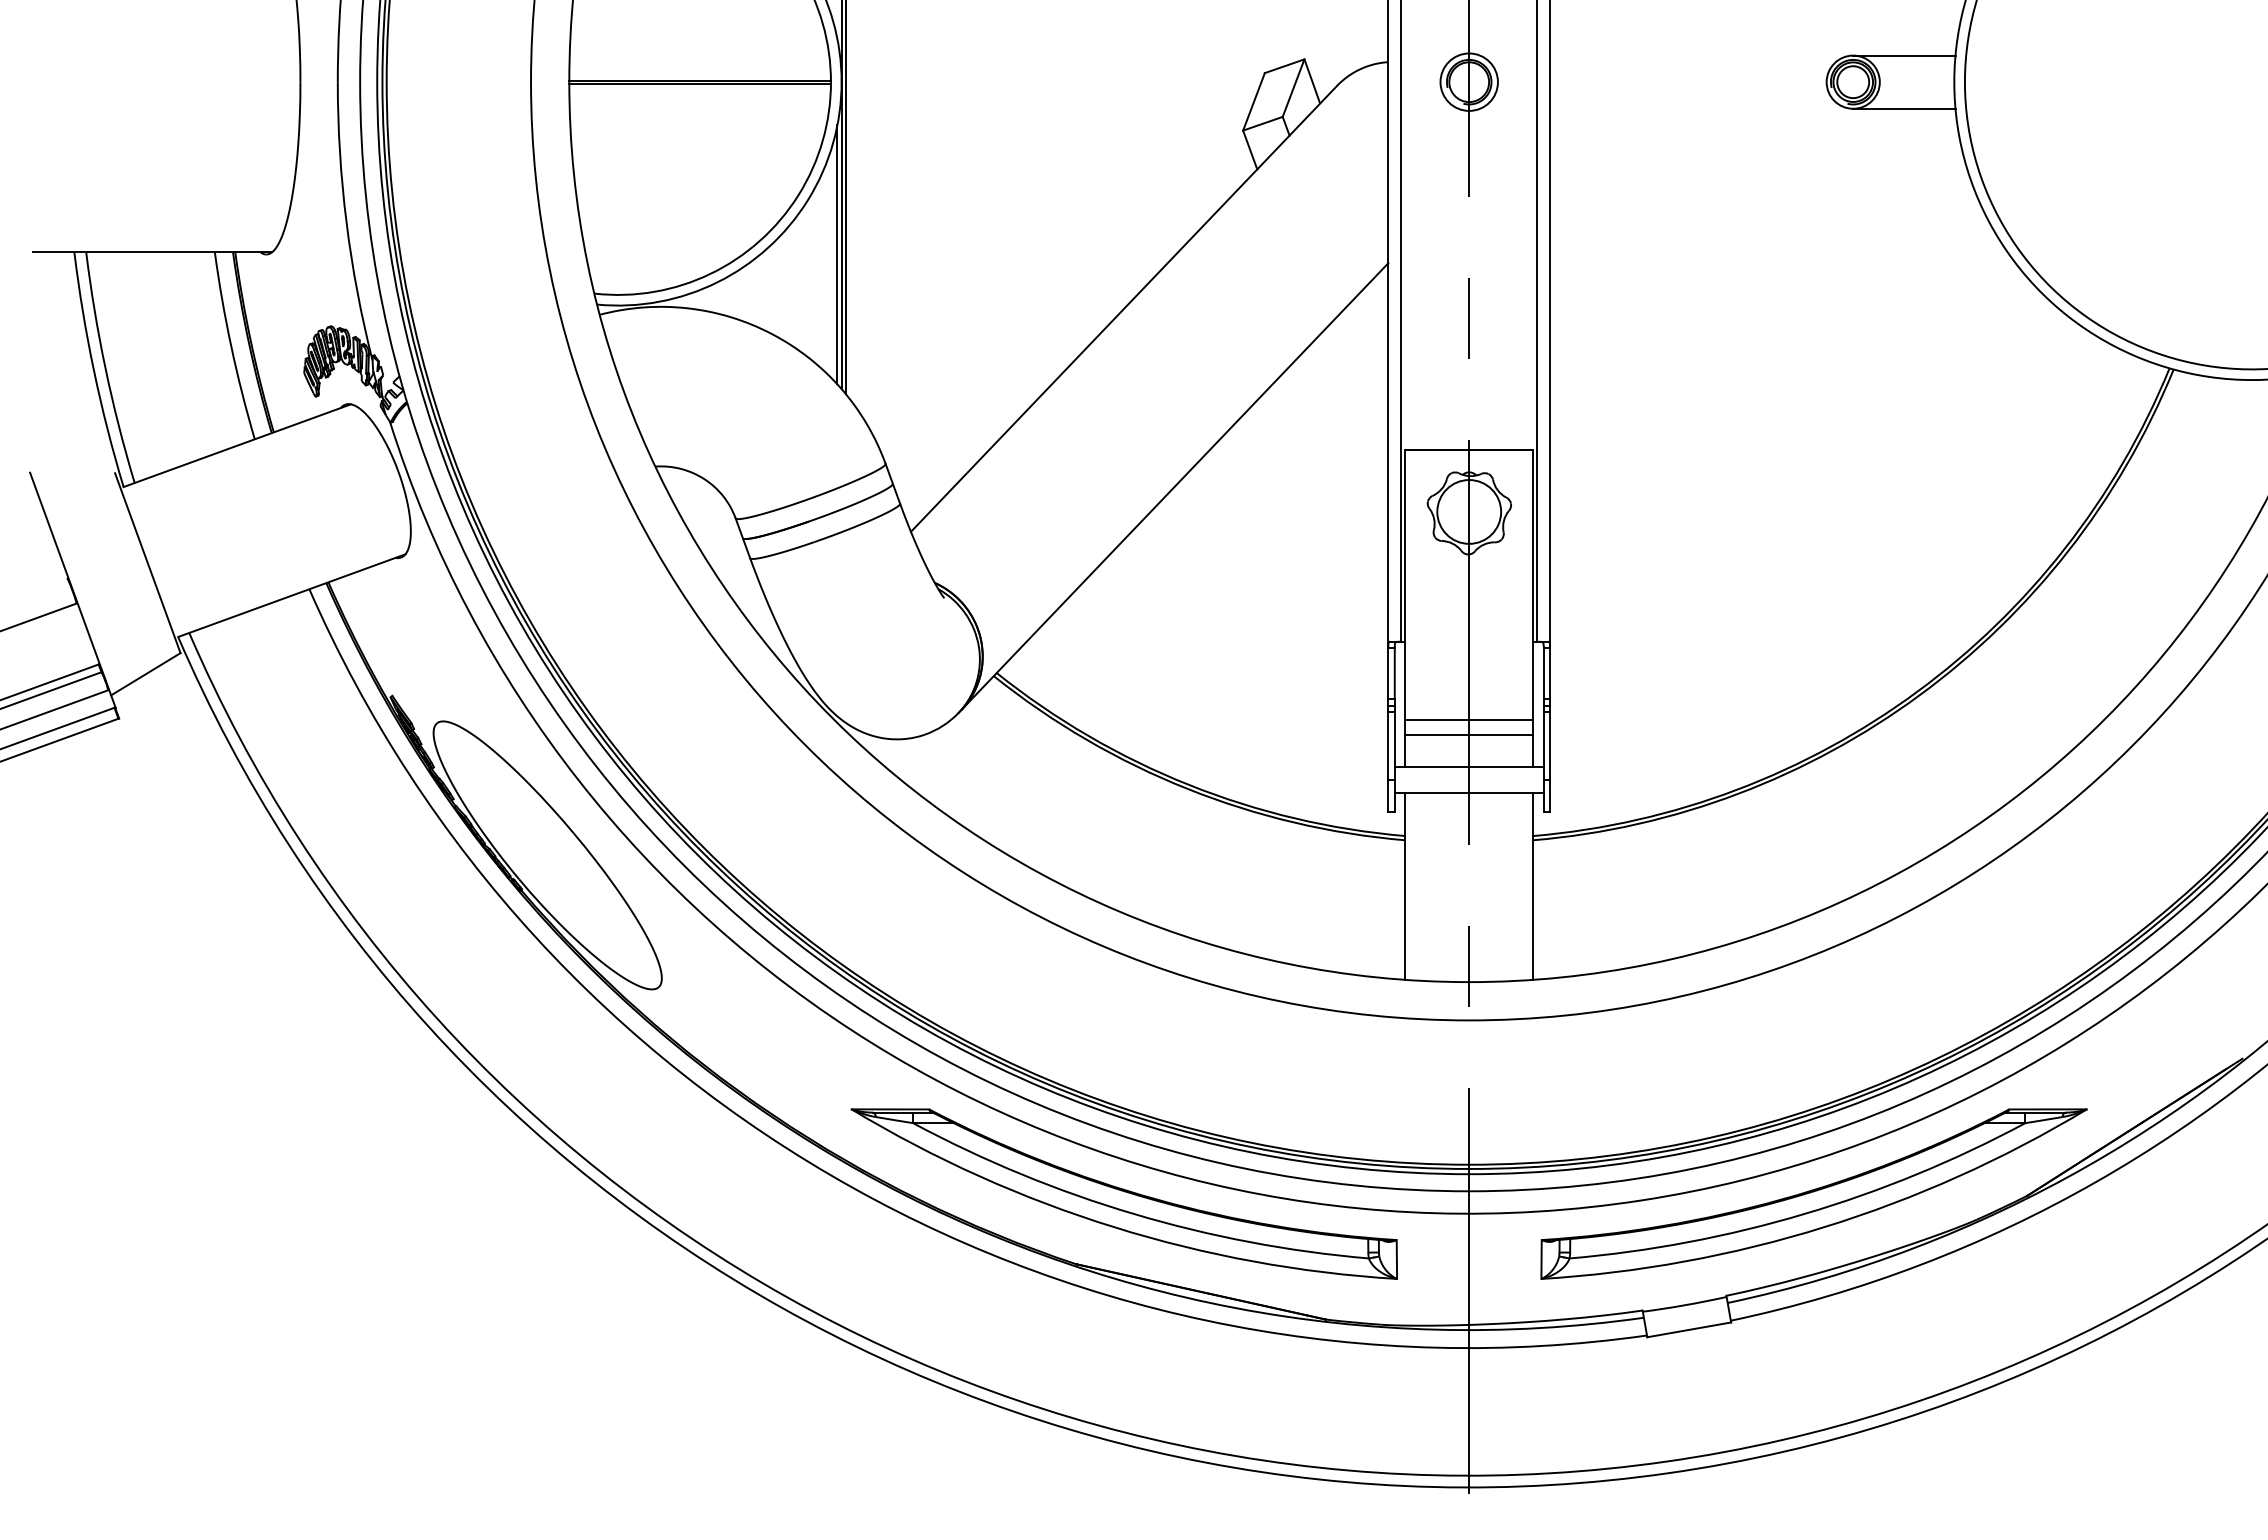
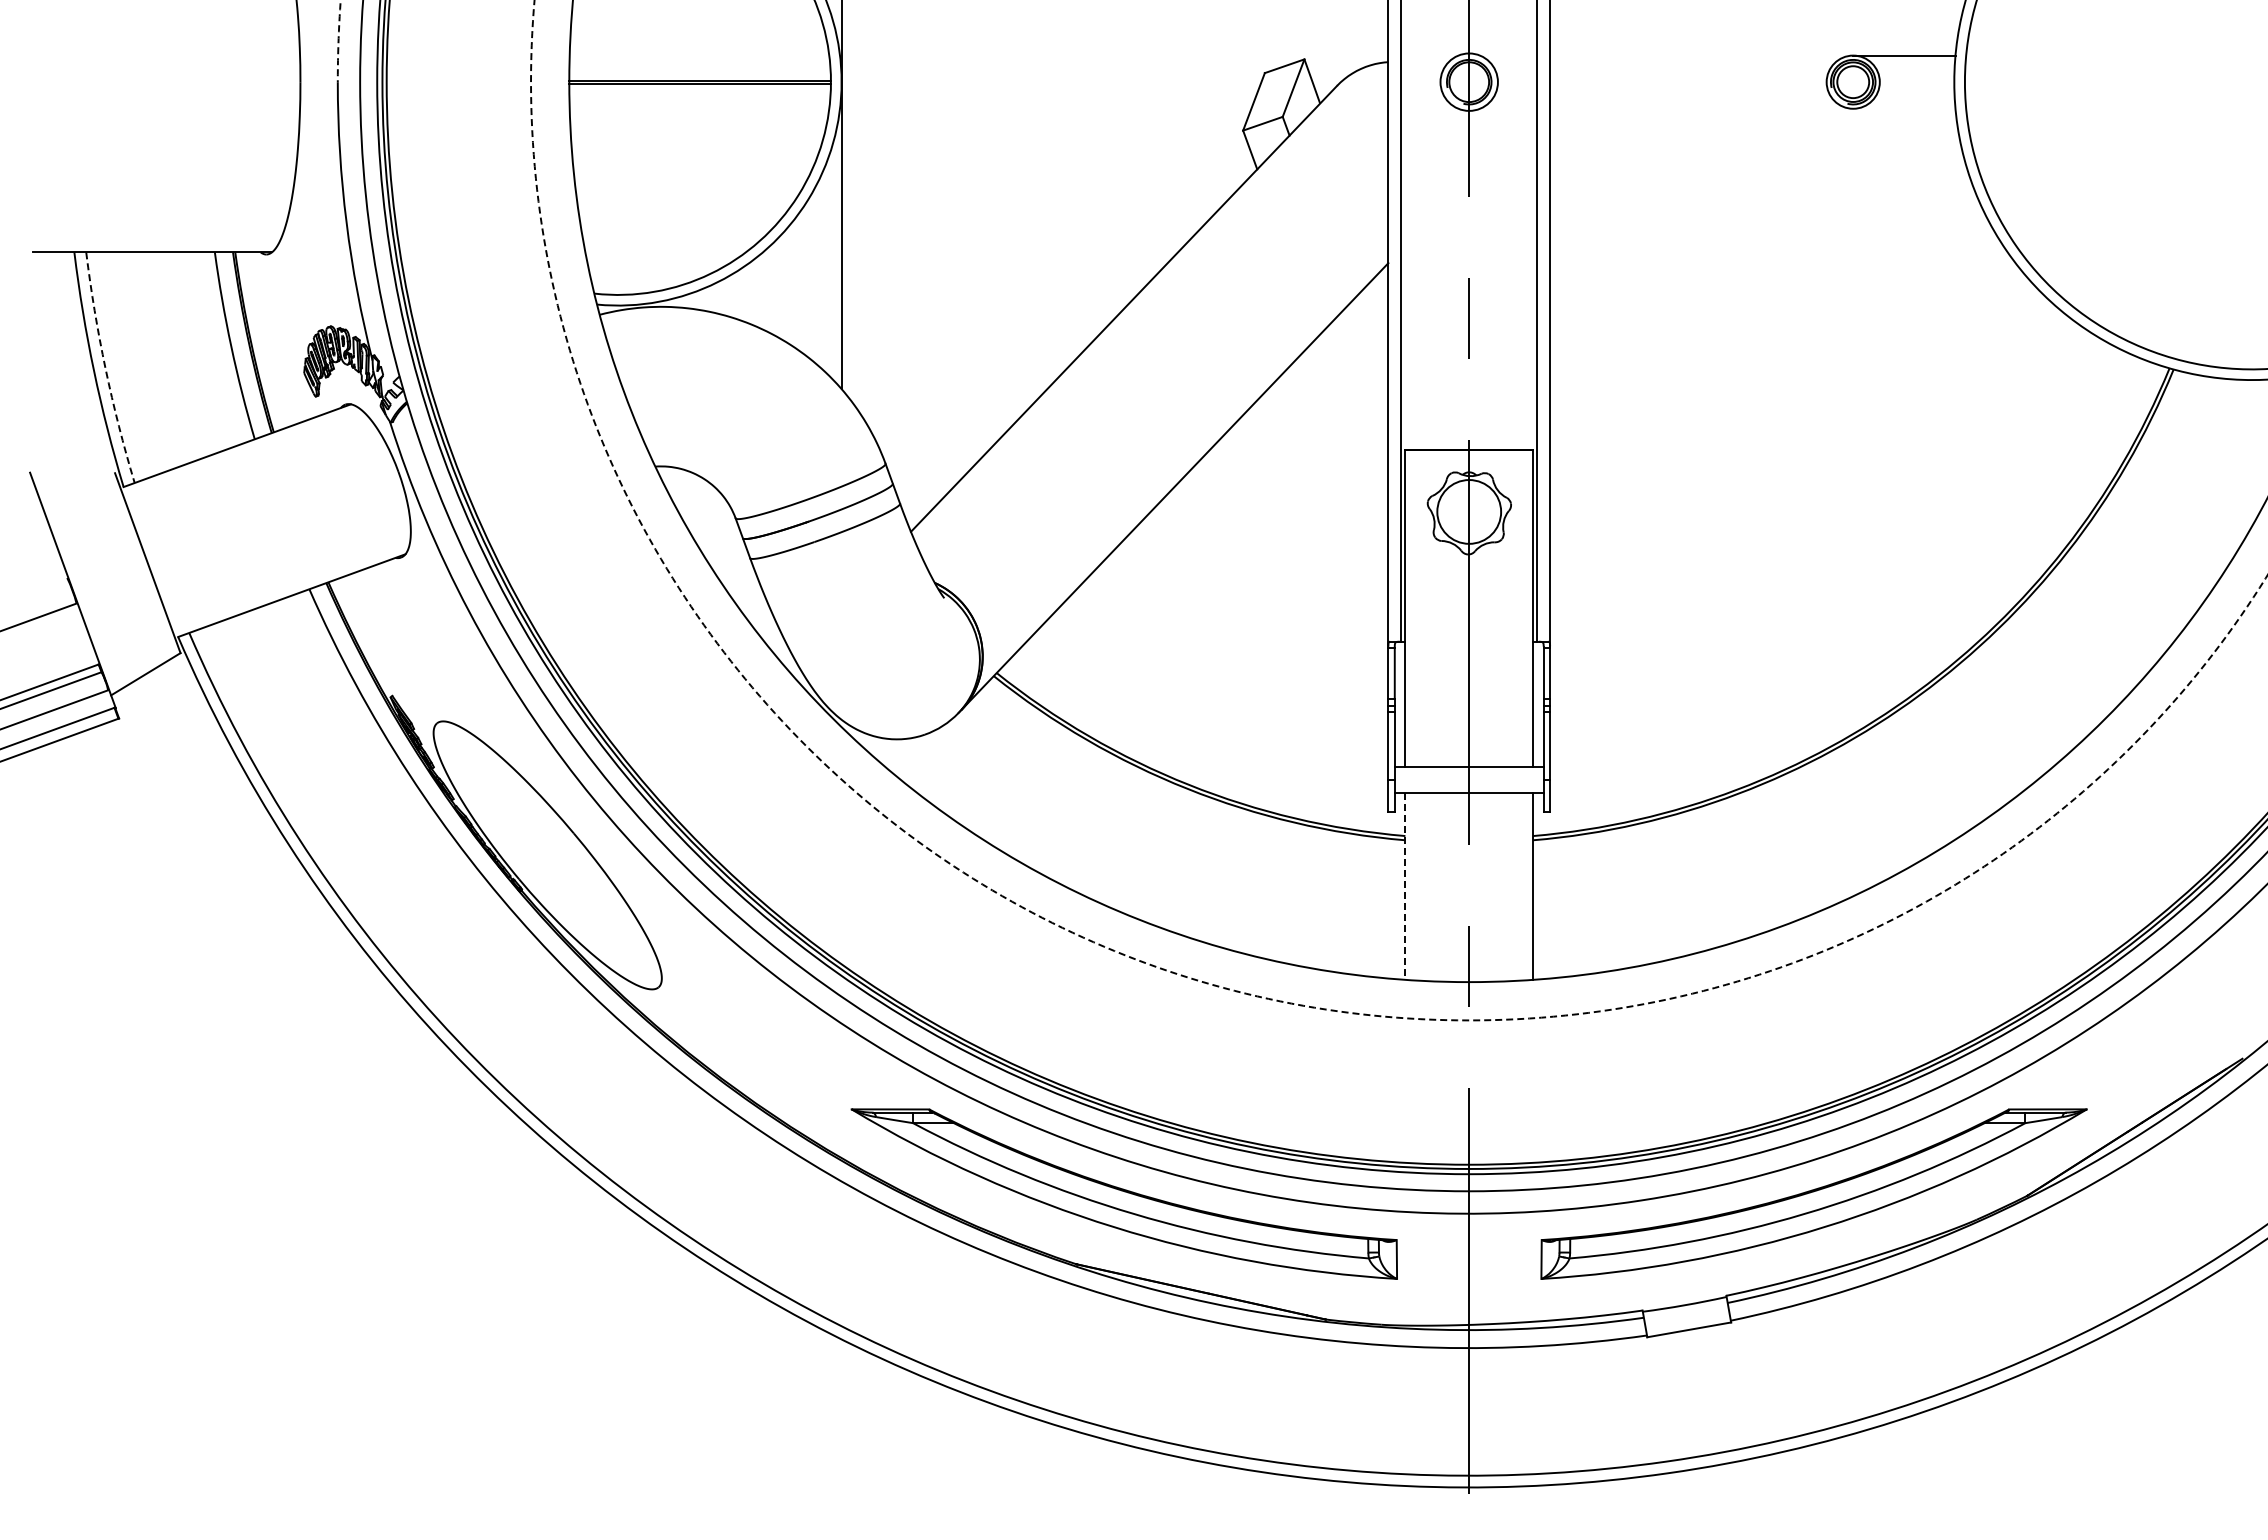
arc at (338, 41): solid -> dashed
line at (1904, 108): present -> none
line at (845, 198): present -> none
line at (837, 254): present -> none
arc at (105, 368): solid -> dashed
circle at (1399, 510): solid -> dashed
line at (1469, 719): present -> none
line at (1469, 734): present -> none
line at (1405, 886): solid -> dashed
